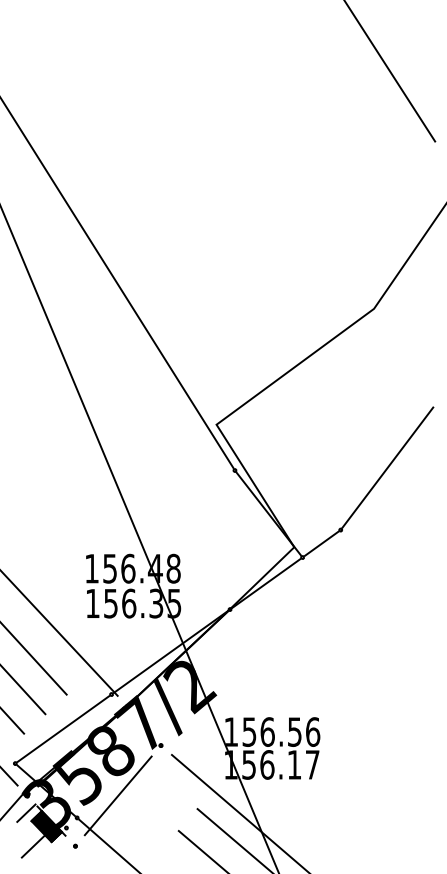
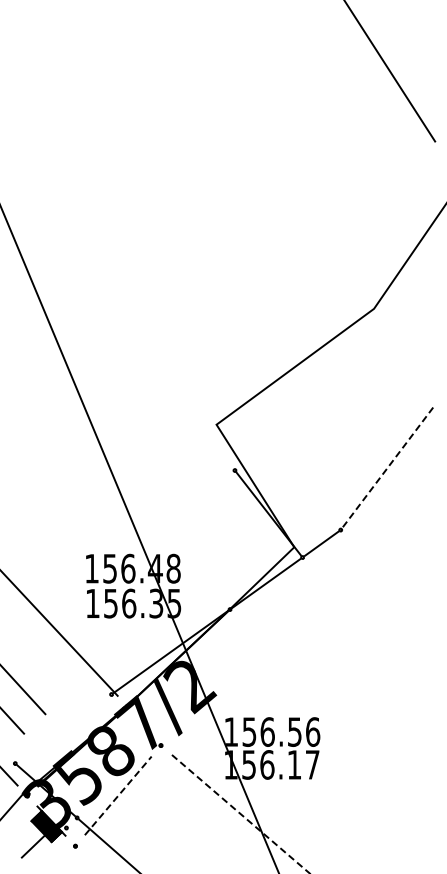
line at (117, 284): present -> none
line at (387, 468): solid -> dashed
line at (34, 659): present -> none
line at (63, 728): present -> none
line at (118, 795): solid -> dashed
line at (26, 812): present -> none
line at (240, 814): solid -> dashed
line at (233, 839): present -> none
line at (201, 850): present -> none
